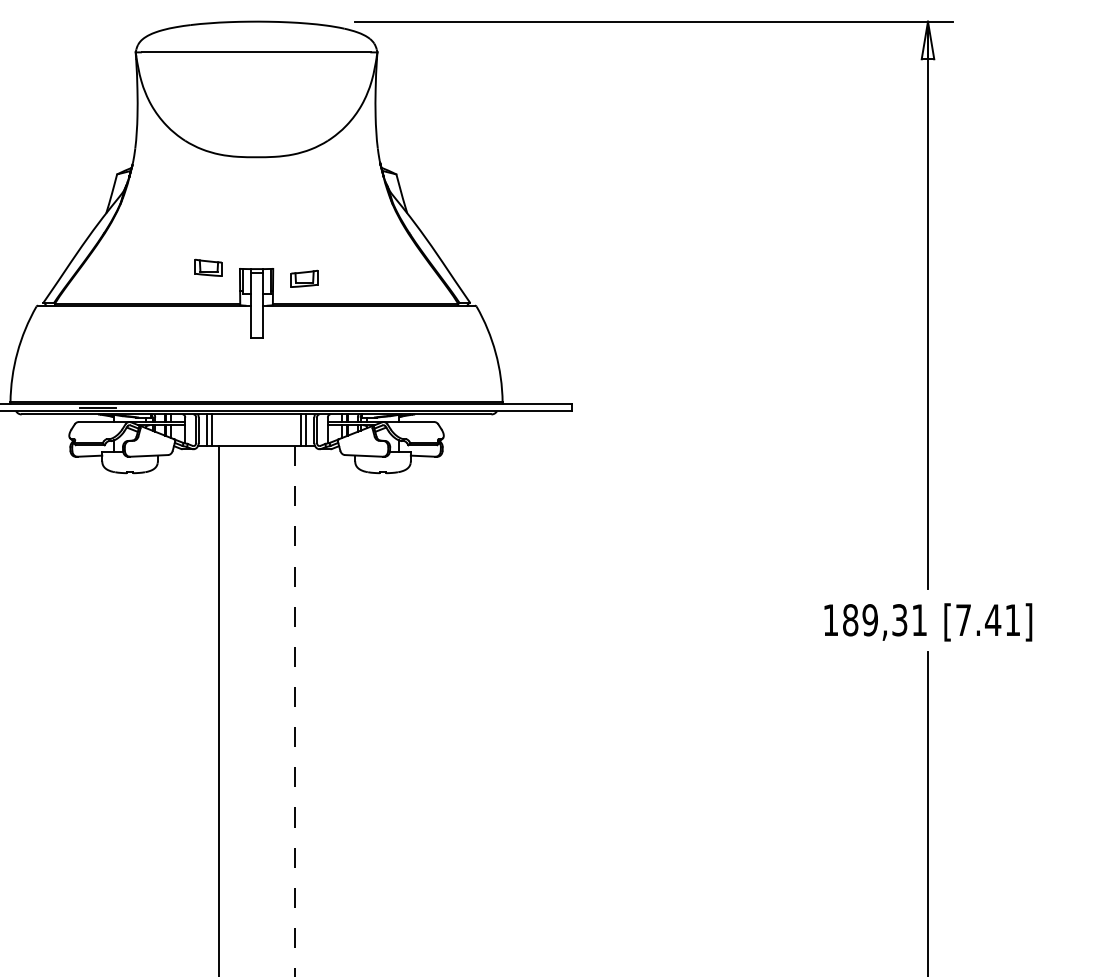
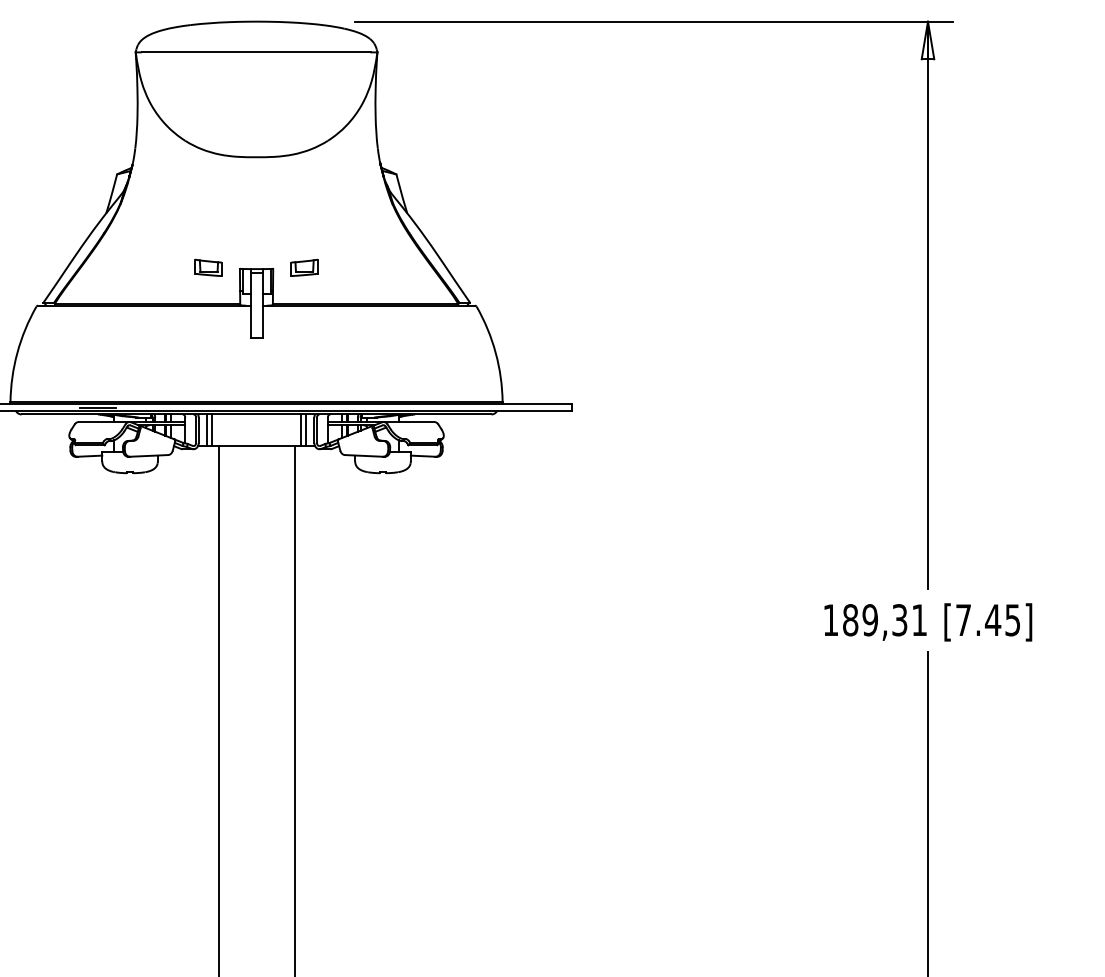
part at (304, 278) position: (304, 278) -> (304, 267)
text at (1012, 620): [7.41] -> [7.45]
line at (294, 711): dashed -> solid
